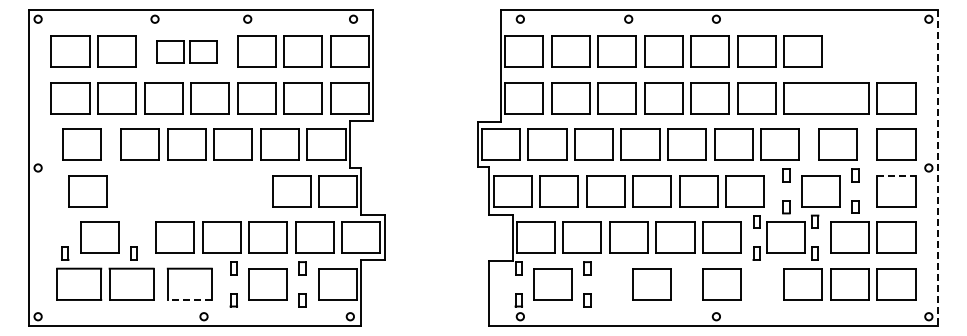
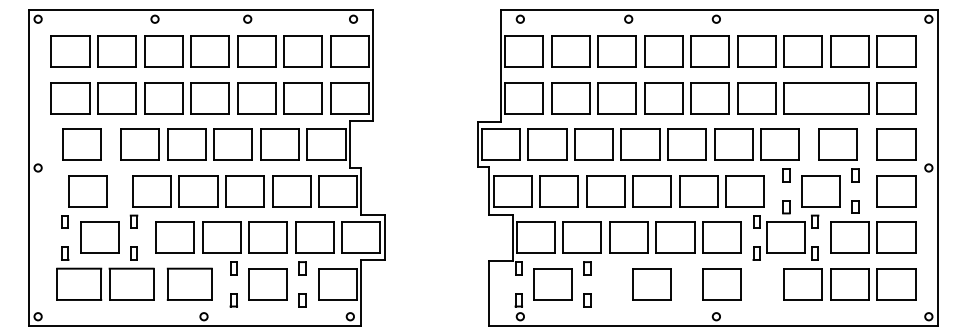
part at (186, 51) size: 62x24 px -> 86x33 px
part at (873, 51): none -> present
line at (937, 168): dashed -> solid
line at (896, 175): dashed -> solid
part at (196, 201): none -> present
part at (64, 221): none -> present
line at (189, 299): dashed -> solid
